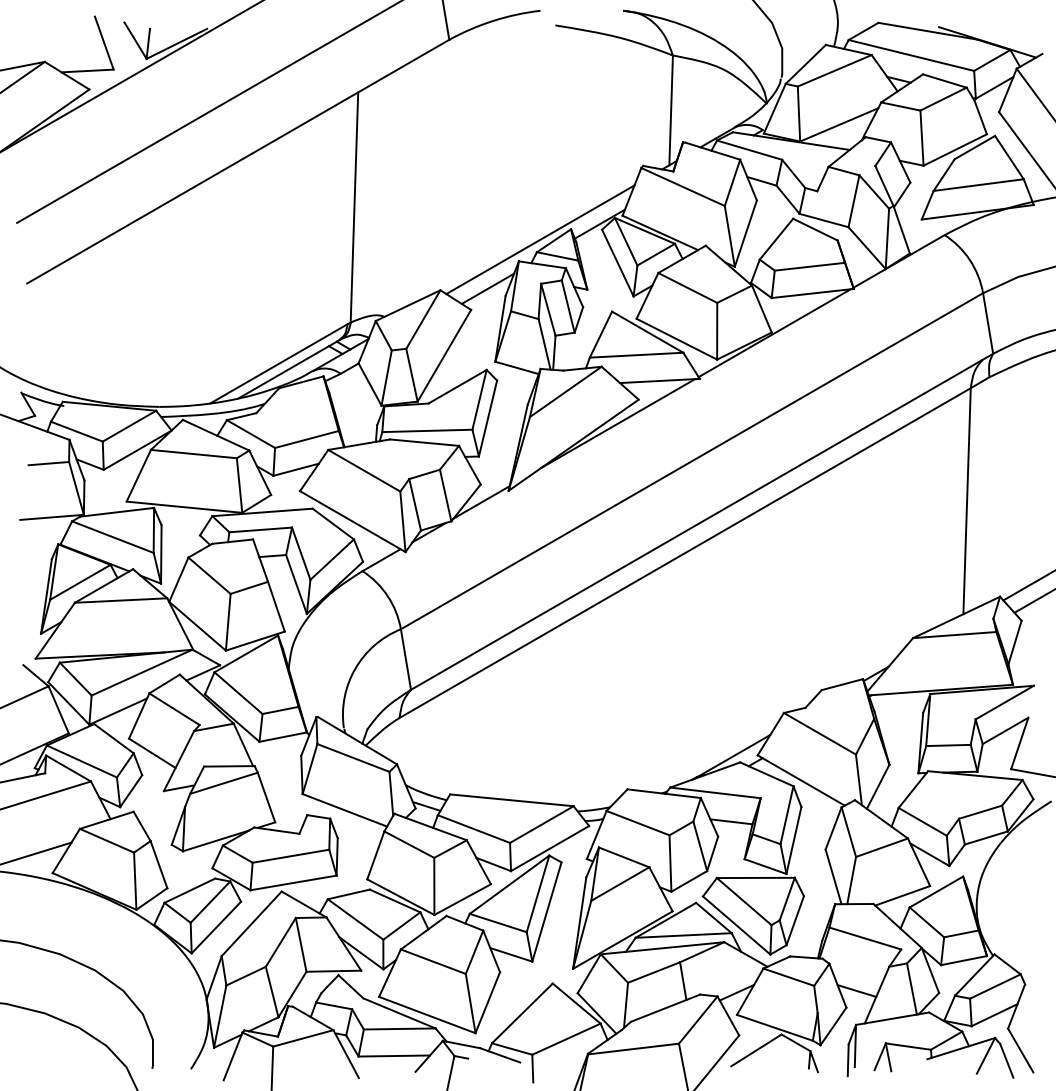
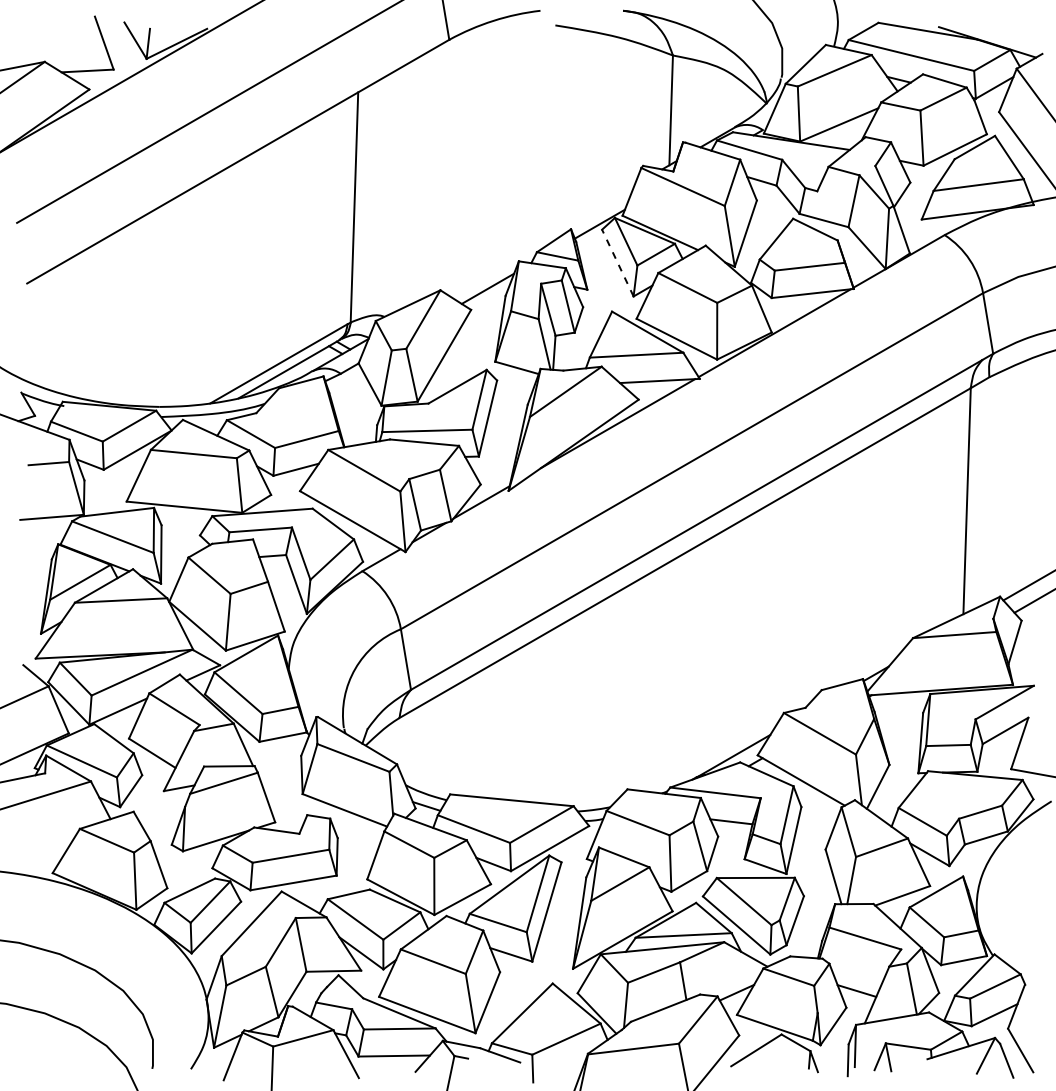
line at (540, 239): present -> none
line at (617, 263): solid -> dashed
line at (36, 852): present -> none
